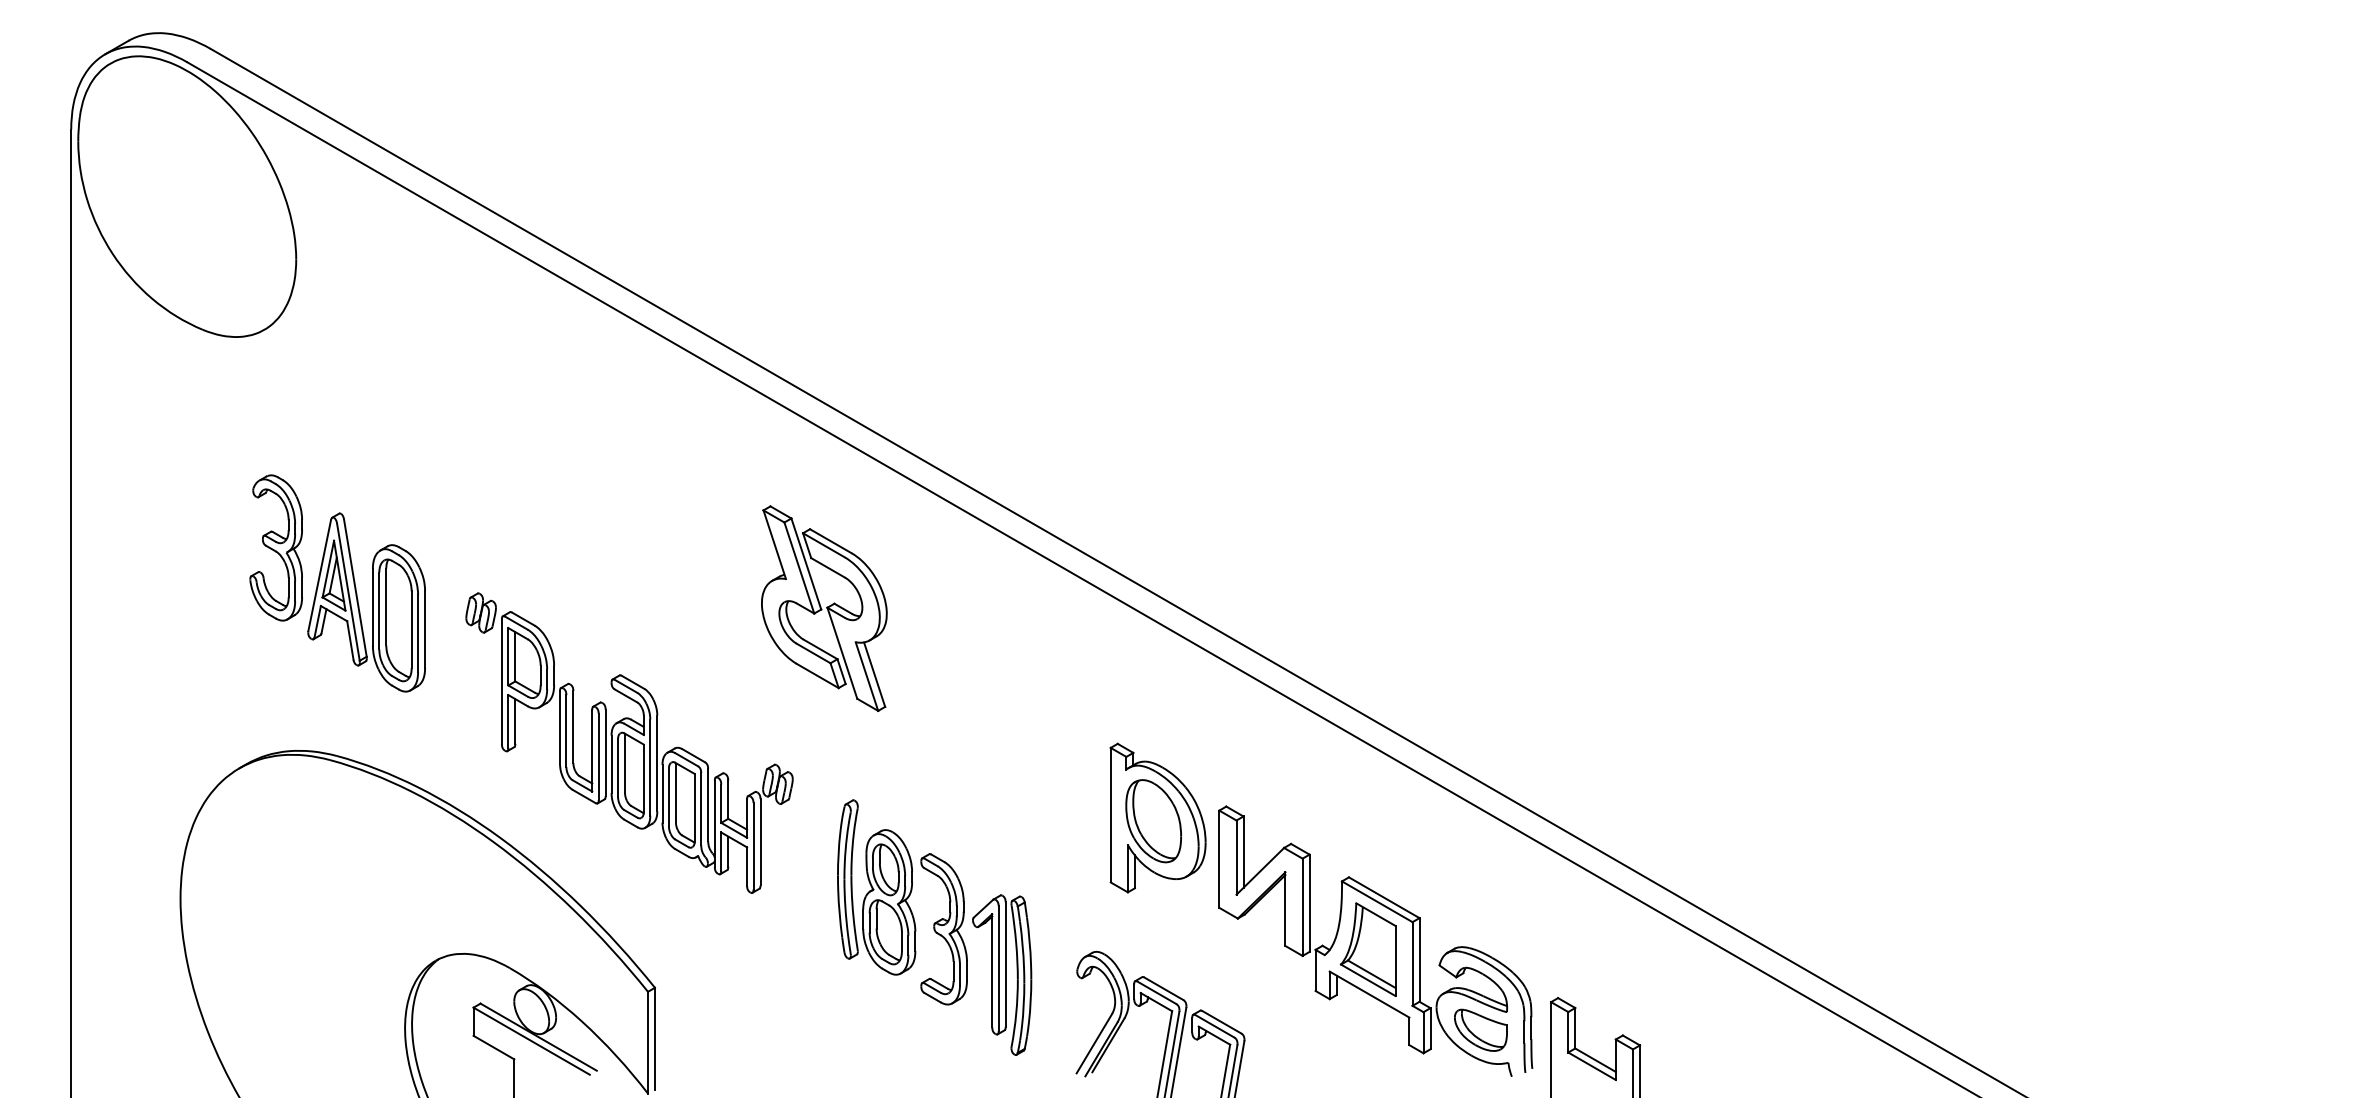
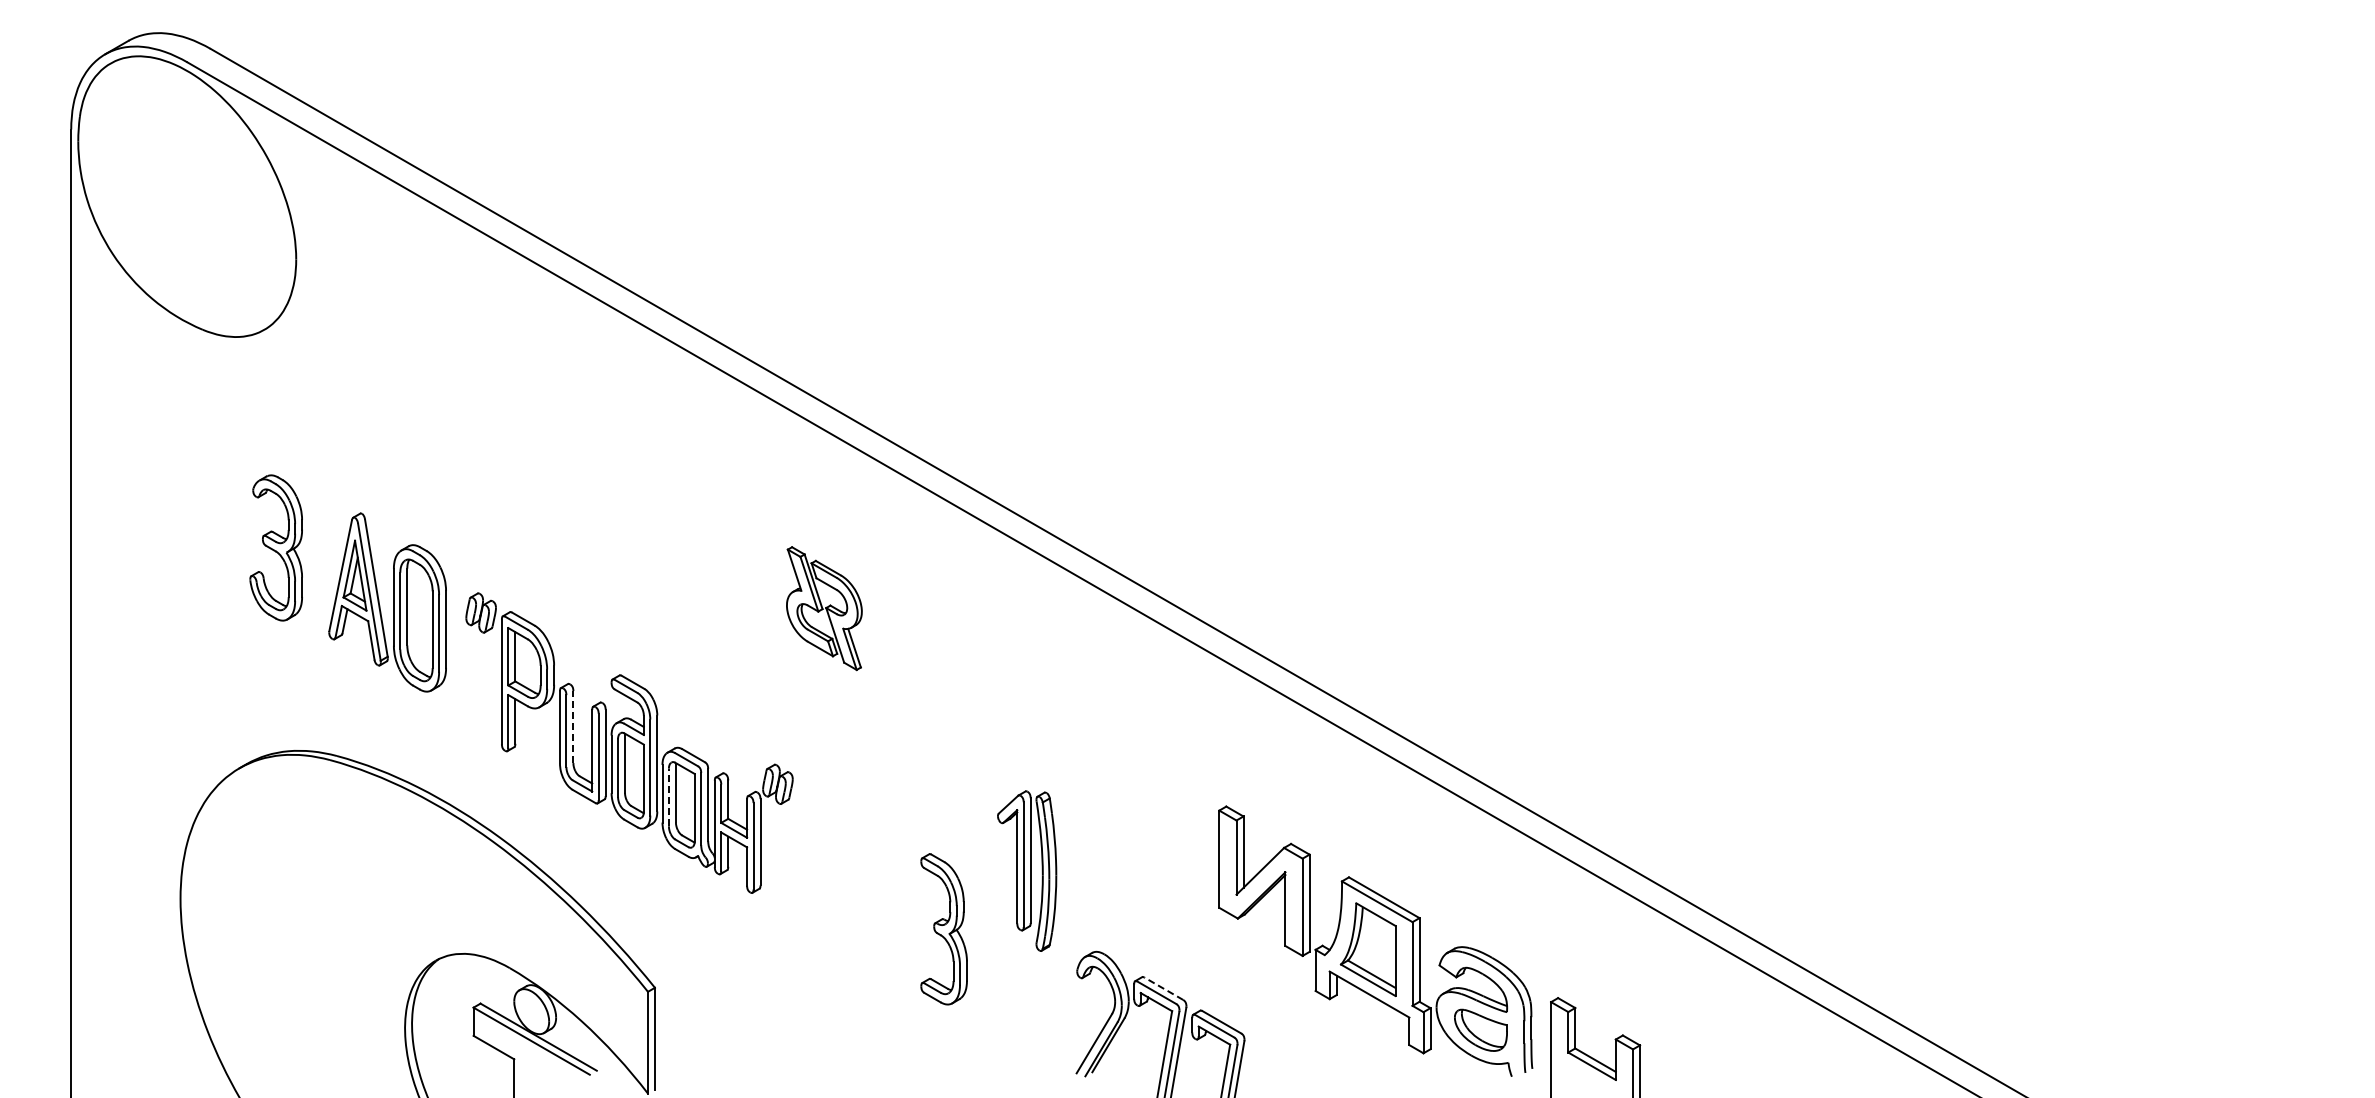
part at (366, 602) position: (366, 602) -> (387, 602)
part at (824, 608) size: 127x207 px -> 77x126 px
line at (573, 727): solid -> dashed
line at (668, 797): solid -> dashed
part at (1157, 817): present -> none
part at (876, 887): present -> none
part at (1002, 974) position: (1002, 974) -> (1027, 870)
line at (1163, 988): solid -> dashed
